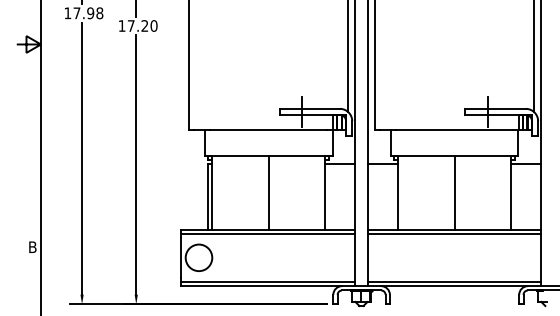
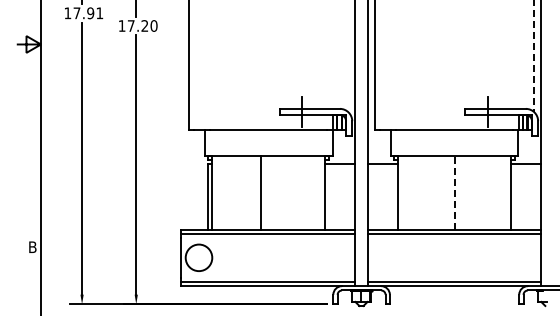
text at (99, 13): 17.98 -> 17.91
line at (534, 56): solid -> dashed
line at (348, 57): present -> none
line at (268, 192) position: (268, 192) -> (260, 192)
line at (454, 192): solid -> dashed
